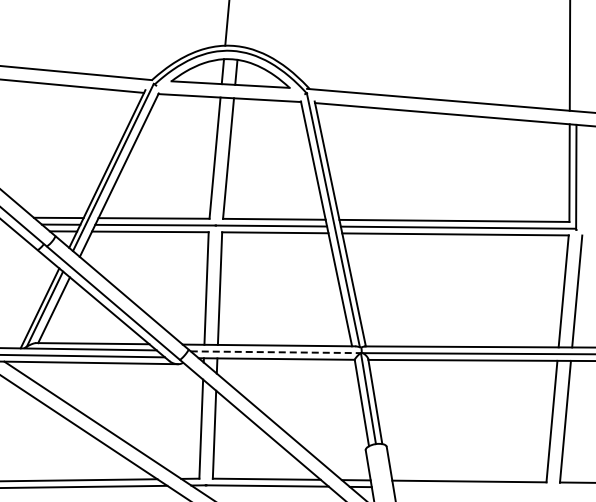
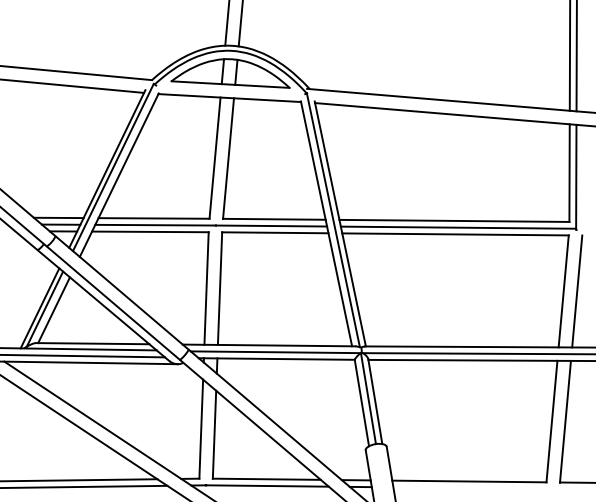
line at (240, 24): none -> present
line at (576, 56): none -> present
line at (276, 352): dashed -> solid
